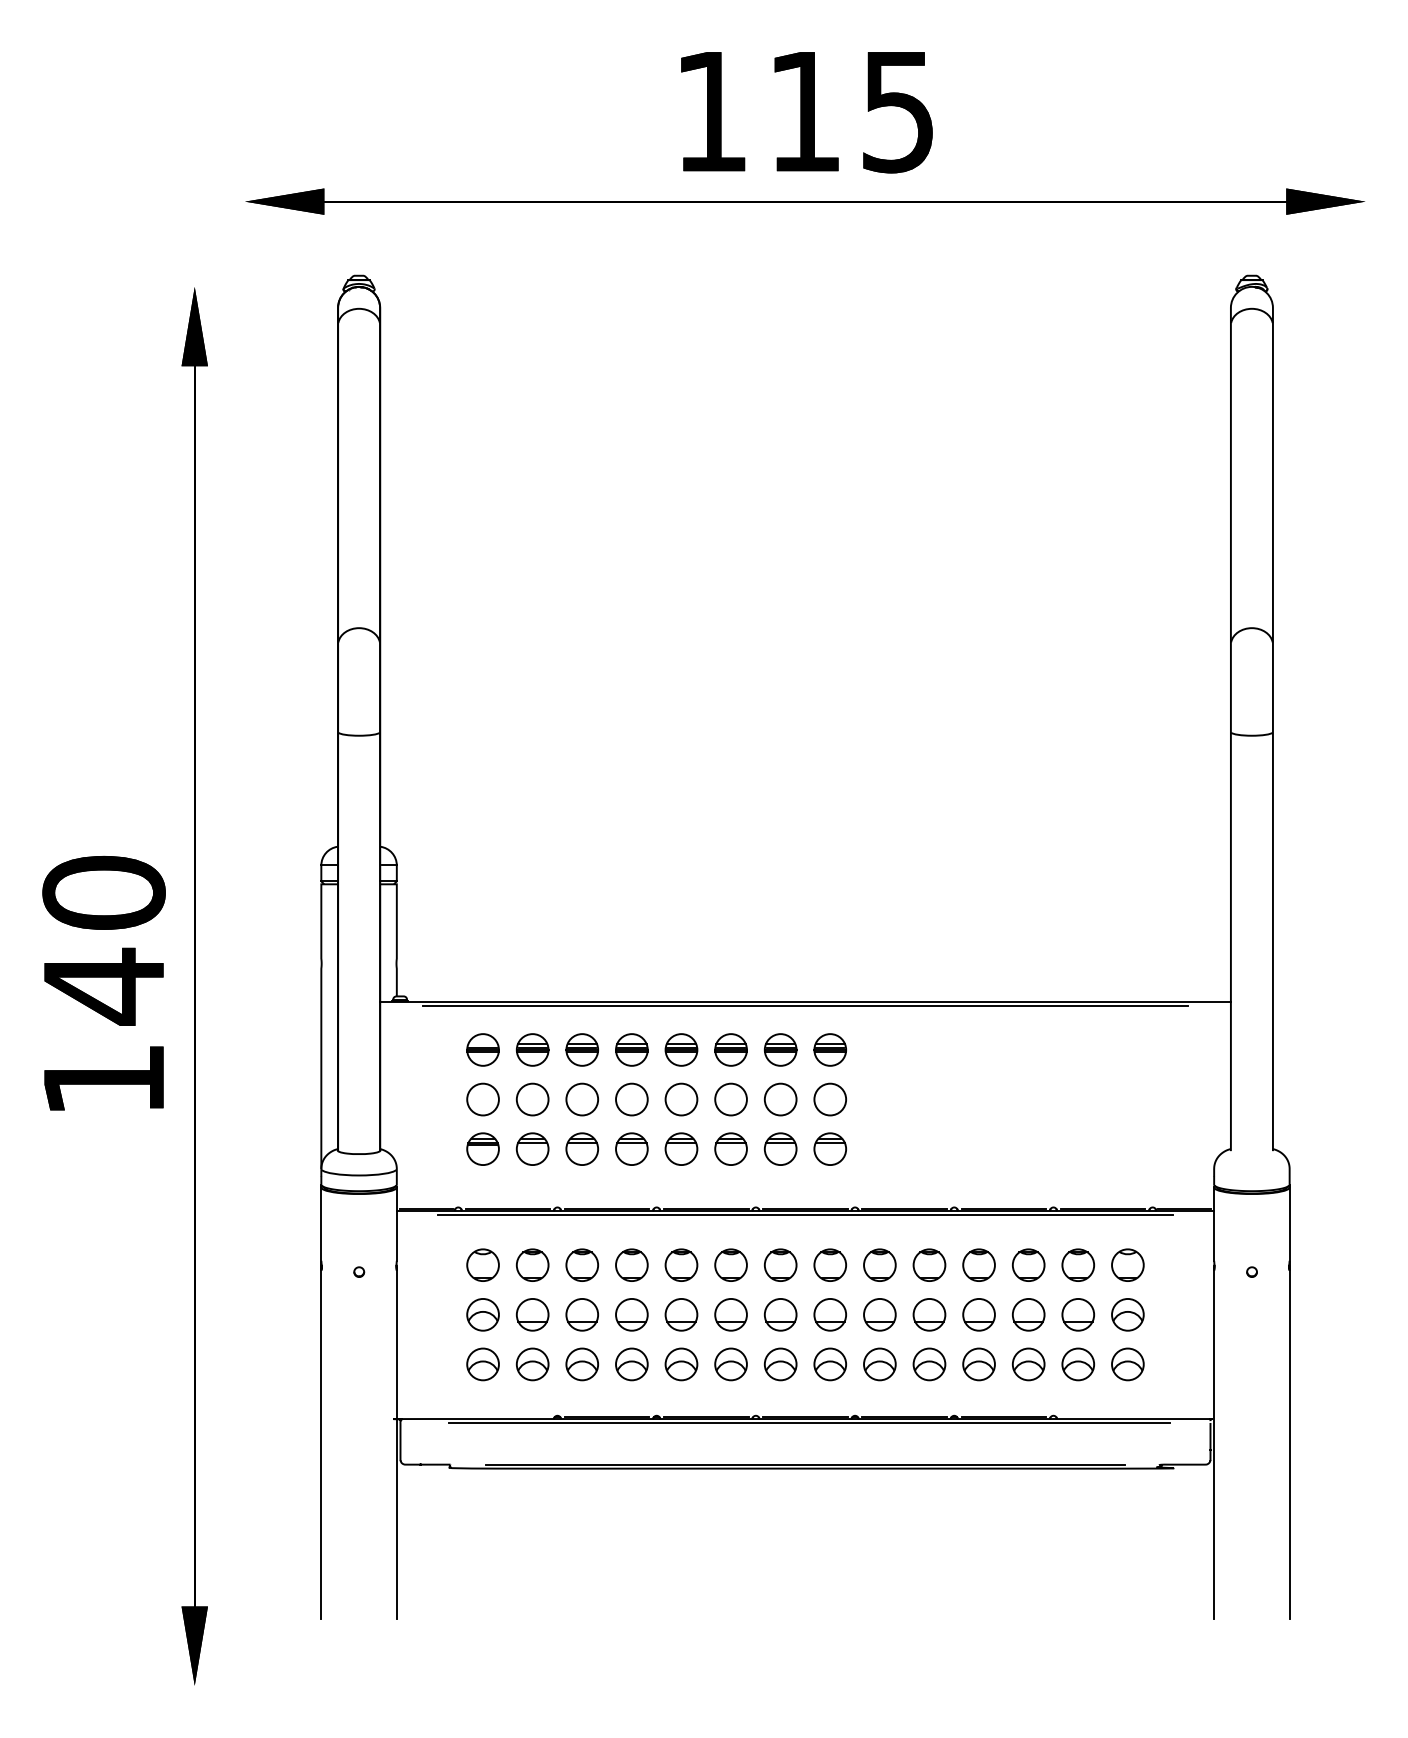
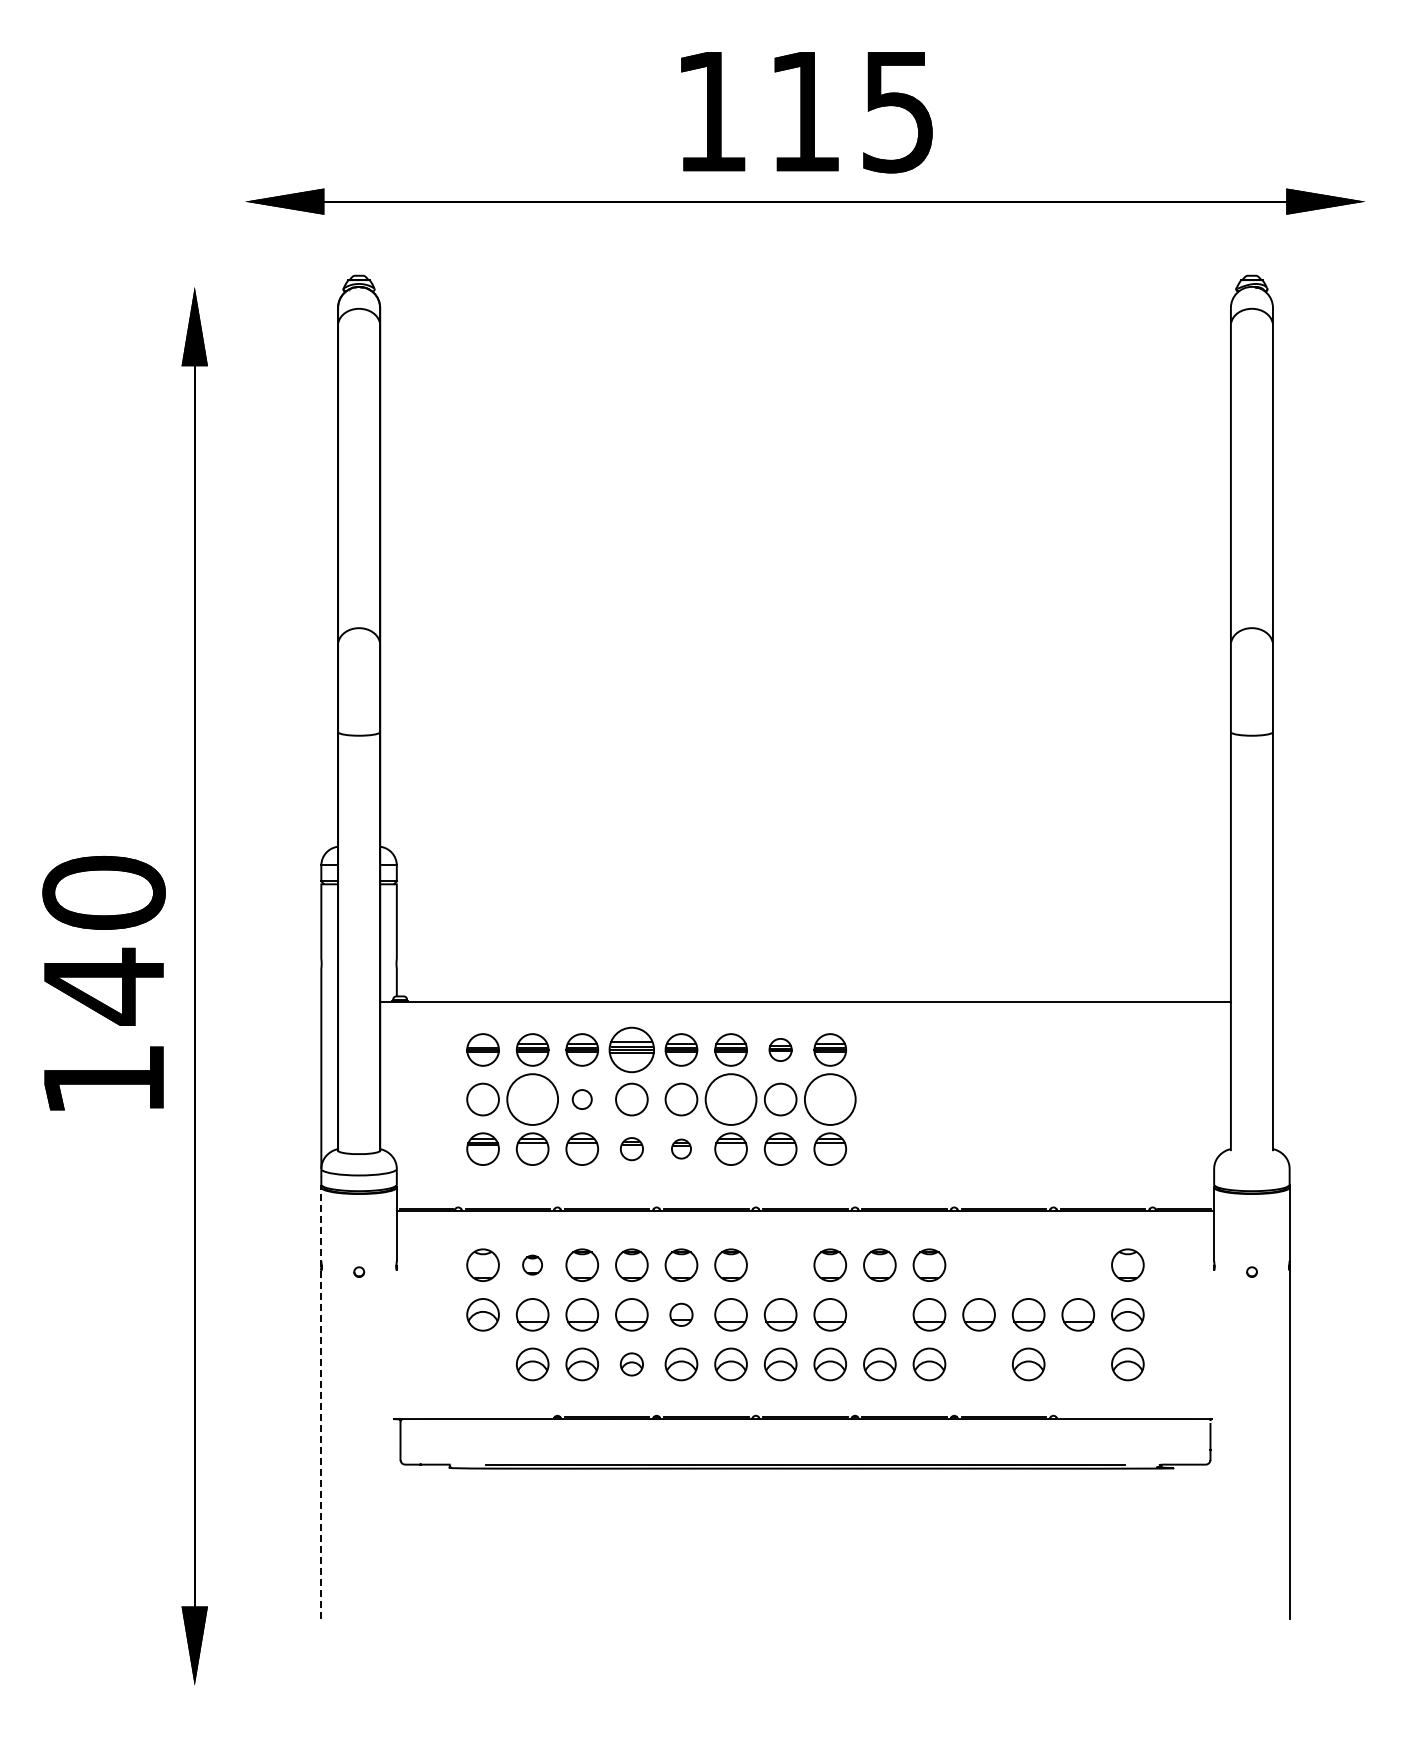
line at (805, 1006): present -> none
part at (631, 1049) size: 34x34 px -> 47x48 px
part at (780, 1049) size: 35x34 px -> 25x24 px
circle at (532, 1099) diameter: 32 px -> 51 px
circle at (582, 1099) diameter: 32 px -> 19 px
circle at (730, 1099) diameter: 32 px -> 51 px
circle at (830, 1099) diameter: 32 px -> 51 px
part at (631, 1148) size: 34x34 px -> 25x25 px
part at (681, 1148) size: 35x34 px -> 21x22 px
line at (805, 1214): present -> none
part at (532, 1264) size: 35x34 px -> 21x22 px
part at (780, 1264): present -> none
part at (978, 1264): present -> none
part at (1028, 1264): present -> none
part at (1077, 1264): present -> none
part at (681, 1314) size: 35x34 px -> 25x25 px
part at (879, 1314): present -> none
part at (482, 1364): present -> none
part at (631, 1364) size: 34x35 px -> 25x25 px
part at (978, 1364): present -> none
part at (1077, 1364): present -> none
line at (321, 1401): solid -> dashed
line at (809, 1422): present -> none
line at (396, 1444): present -> none
line at (1214, 1444): present -> none
